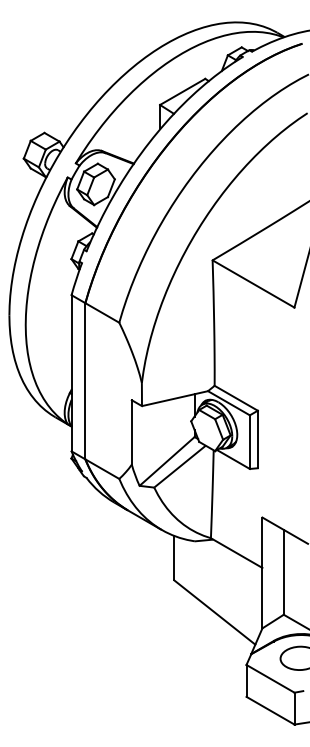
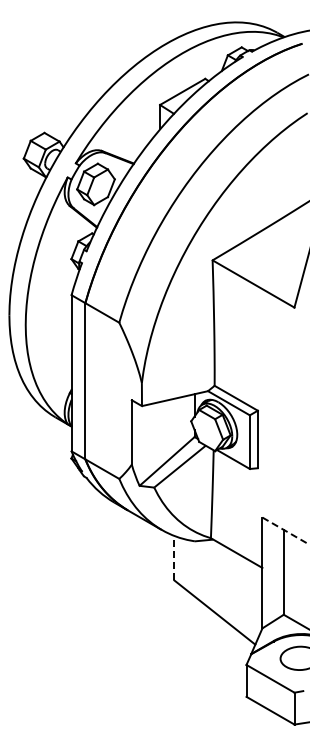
line at (285, 530): solid -> dashed
line at (174, 557): solid -> dashed
